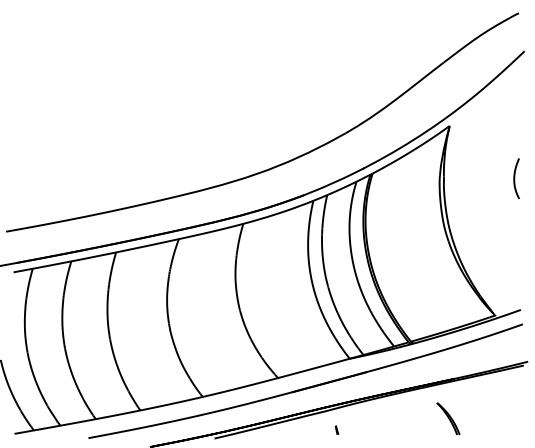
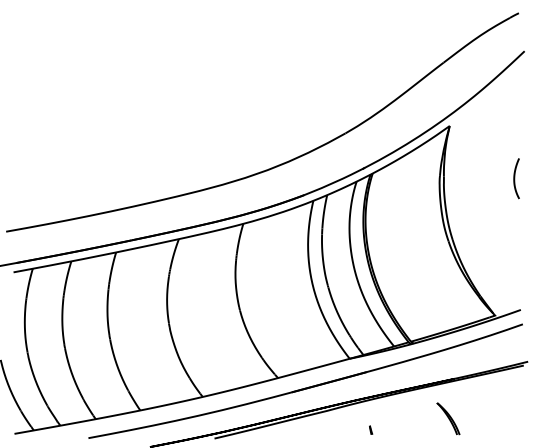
part at (337, 429) position: (337, 429) -> (371, 429)
